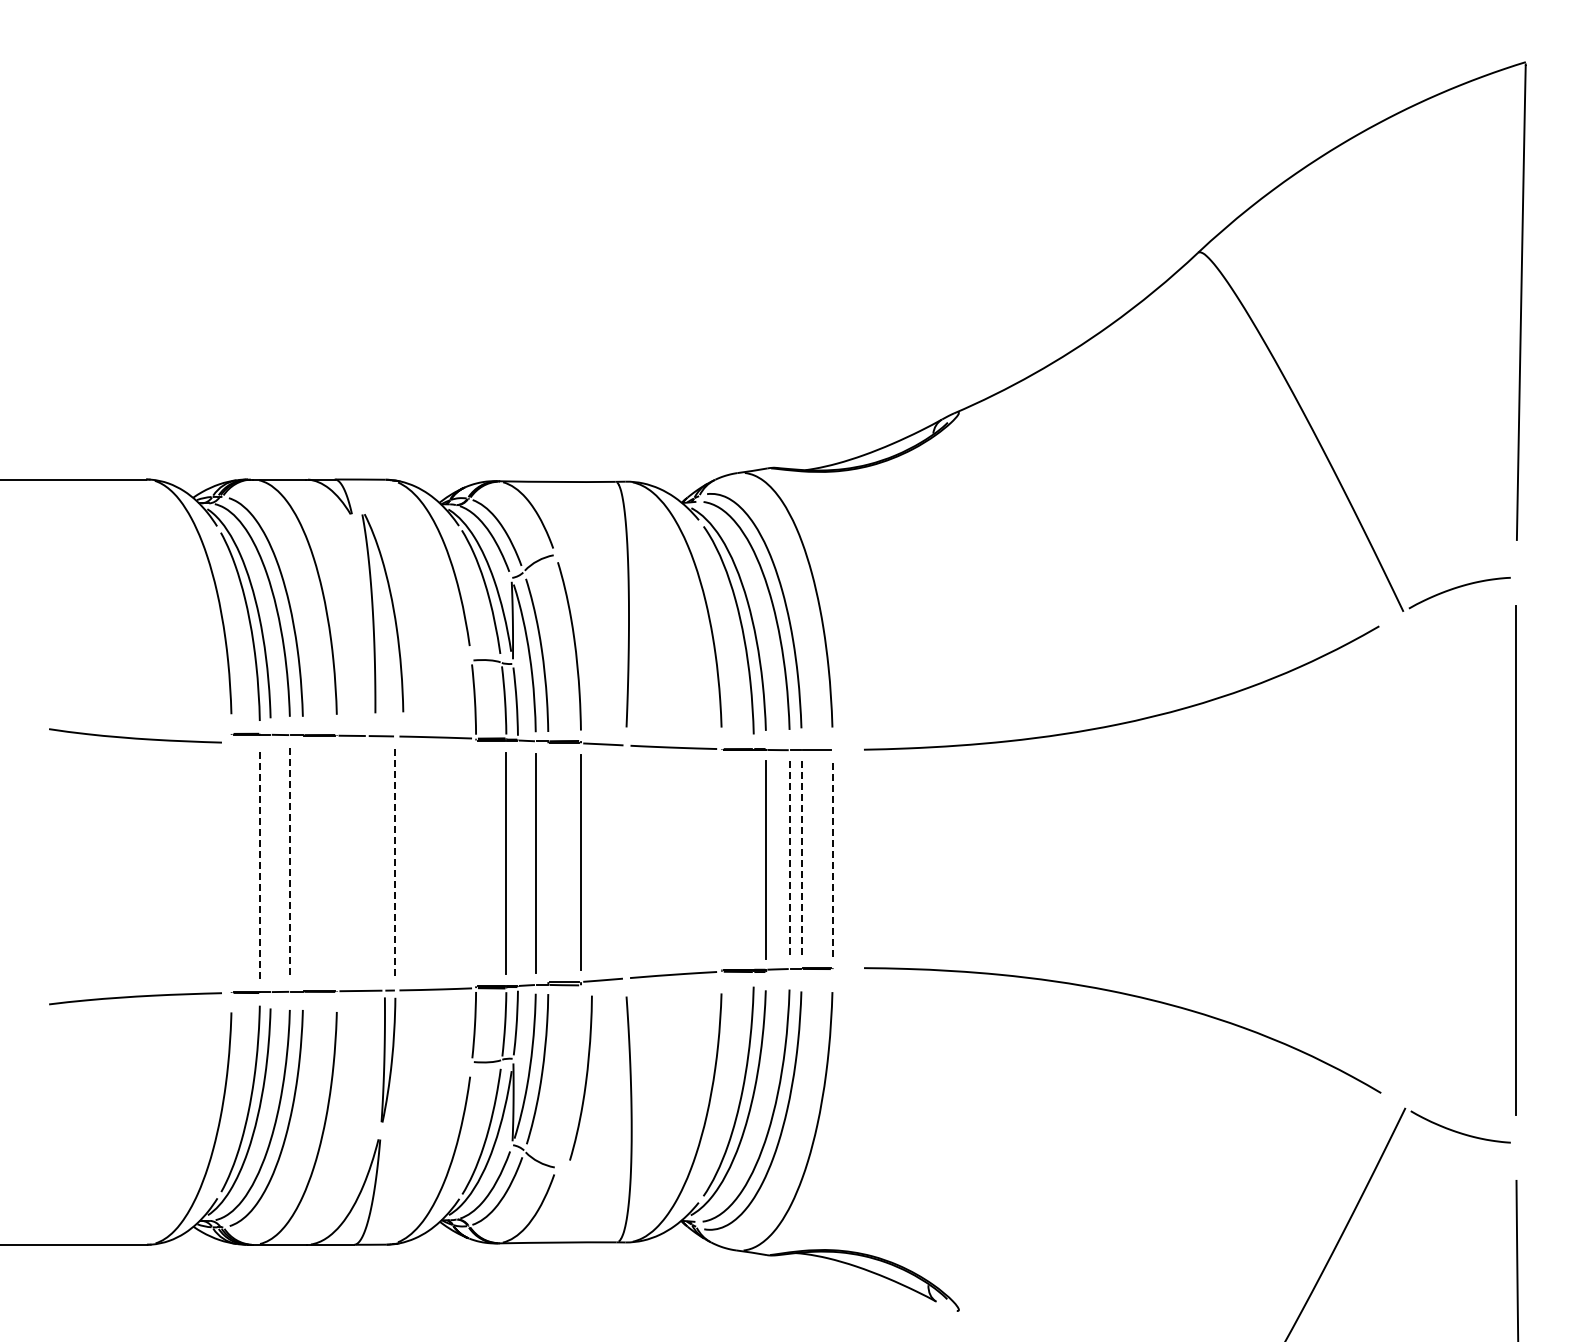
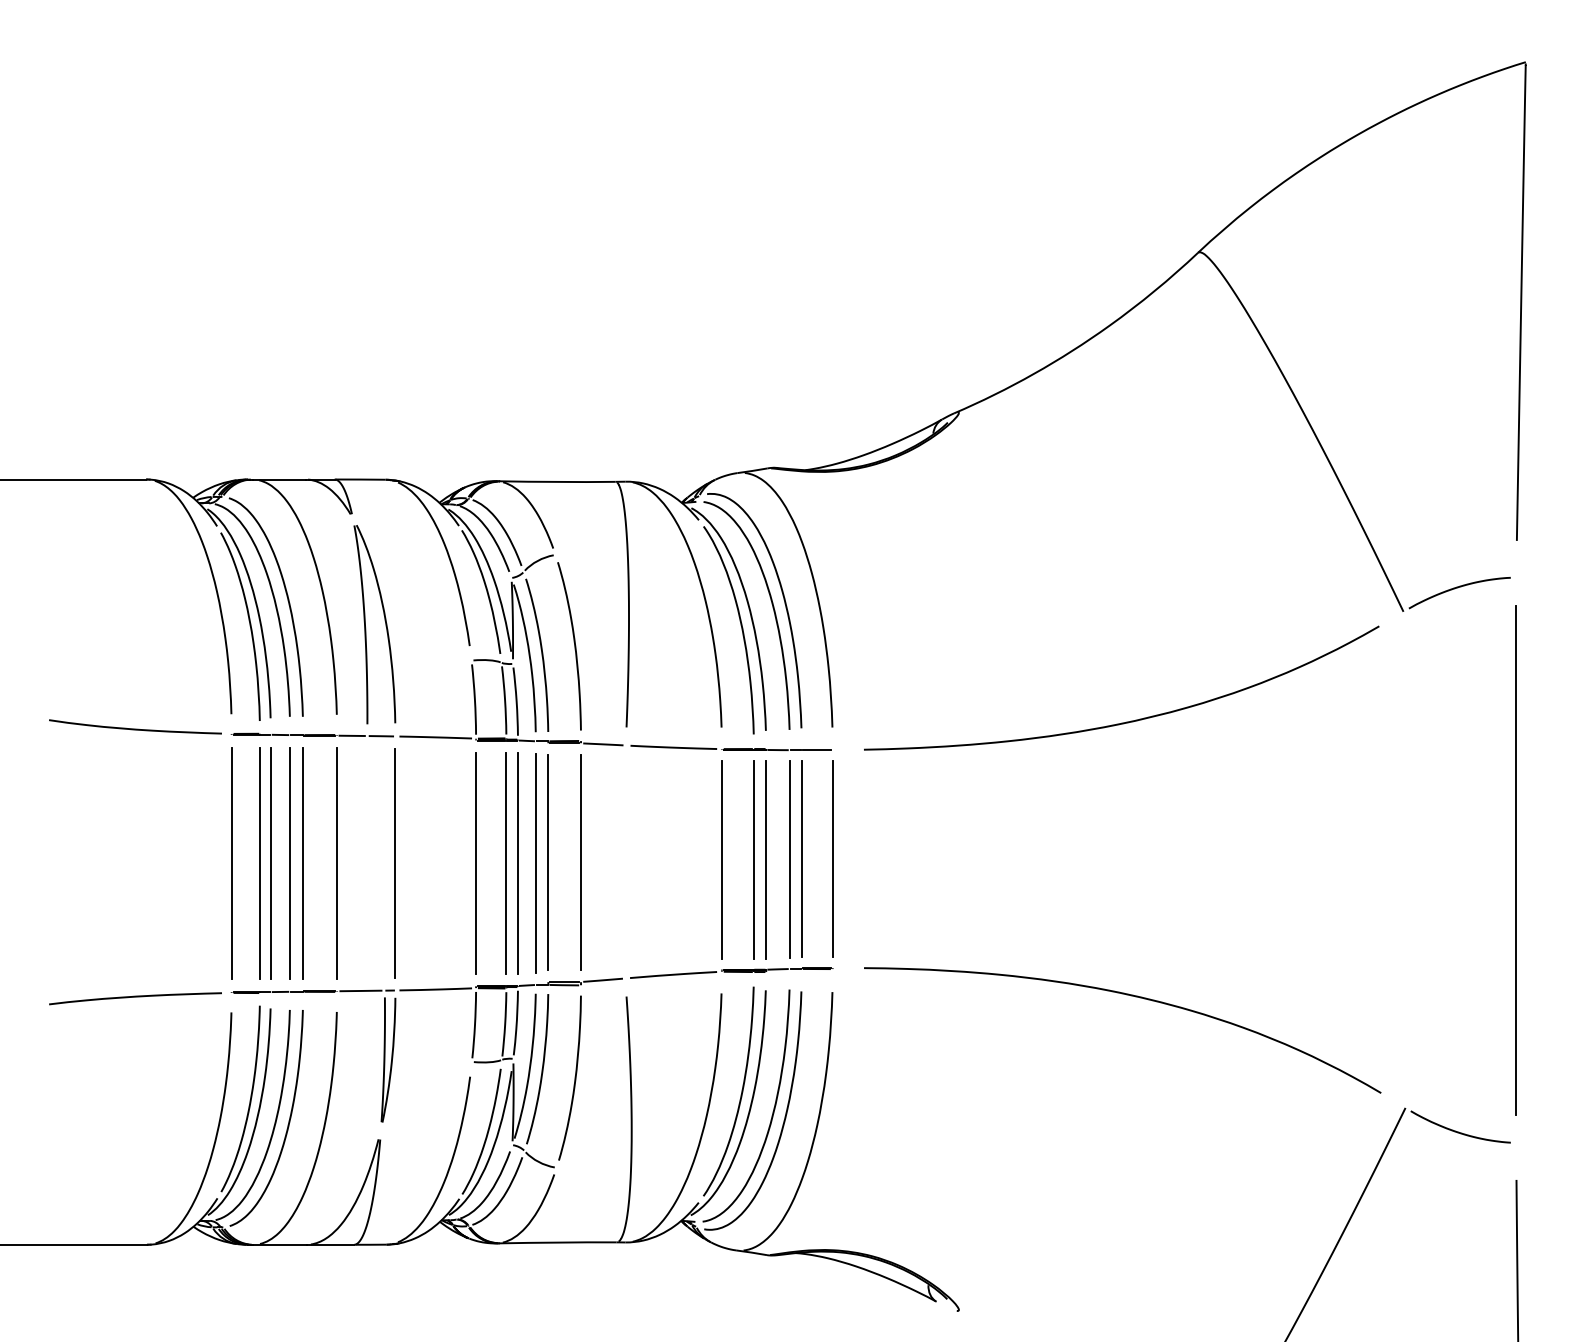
part at (374, 617) position: (374, 617) -> (366, 628)
curve at (135, 737) position: (135, 737) -> (135, 728)
line at (832, 858): dashed -> solid
line at (721, 859): none -> present
line at (753, 859): none -> present
line at (801, 859): dashed -> solid
line at (789, 860): dashed -> solid
line at (476, 862): none -> present
line at (518, 862): none -> present
line at (548, 862): none -> present
line at (231, 863): none -> present
line at (259, 863): dashed -> solid
line at (270, 863): none -> present
line at (290, 863): dashed -> solid
line at (303, 863): none -> present
line at (337, 863): none -> present
line at (395, 863): dashed -> solid
curve at (585, 1077) position: (585, 1077) -> (574, 1077)
